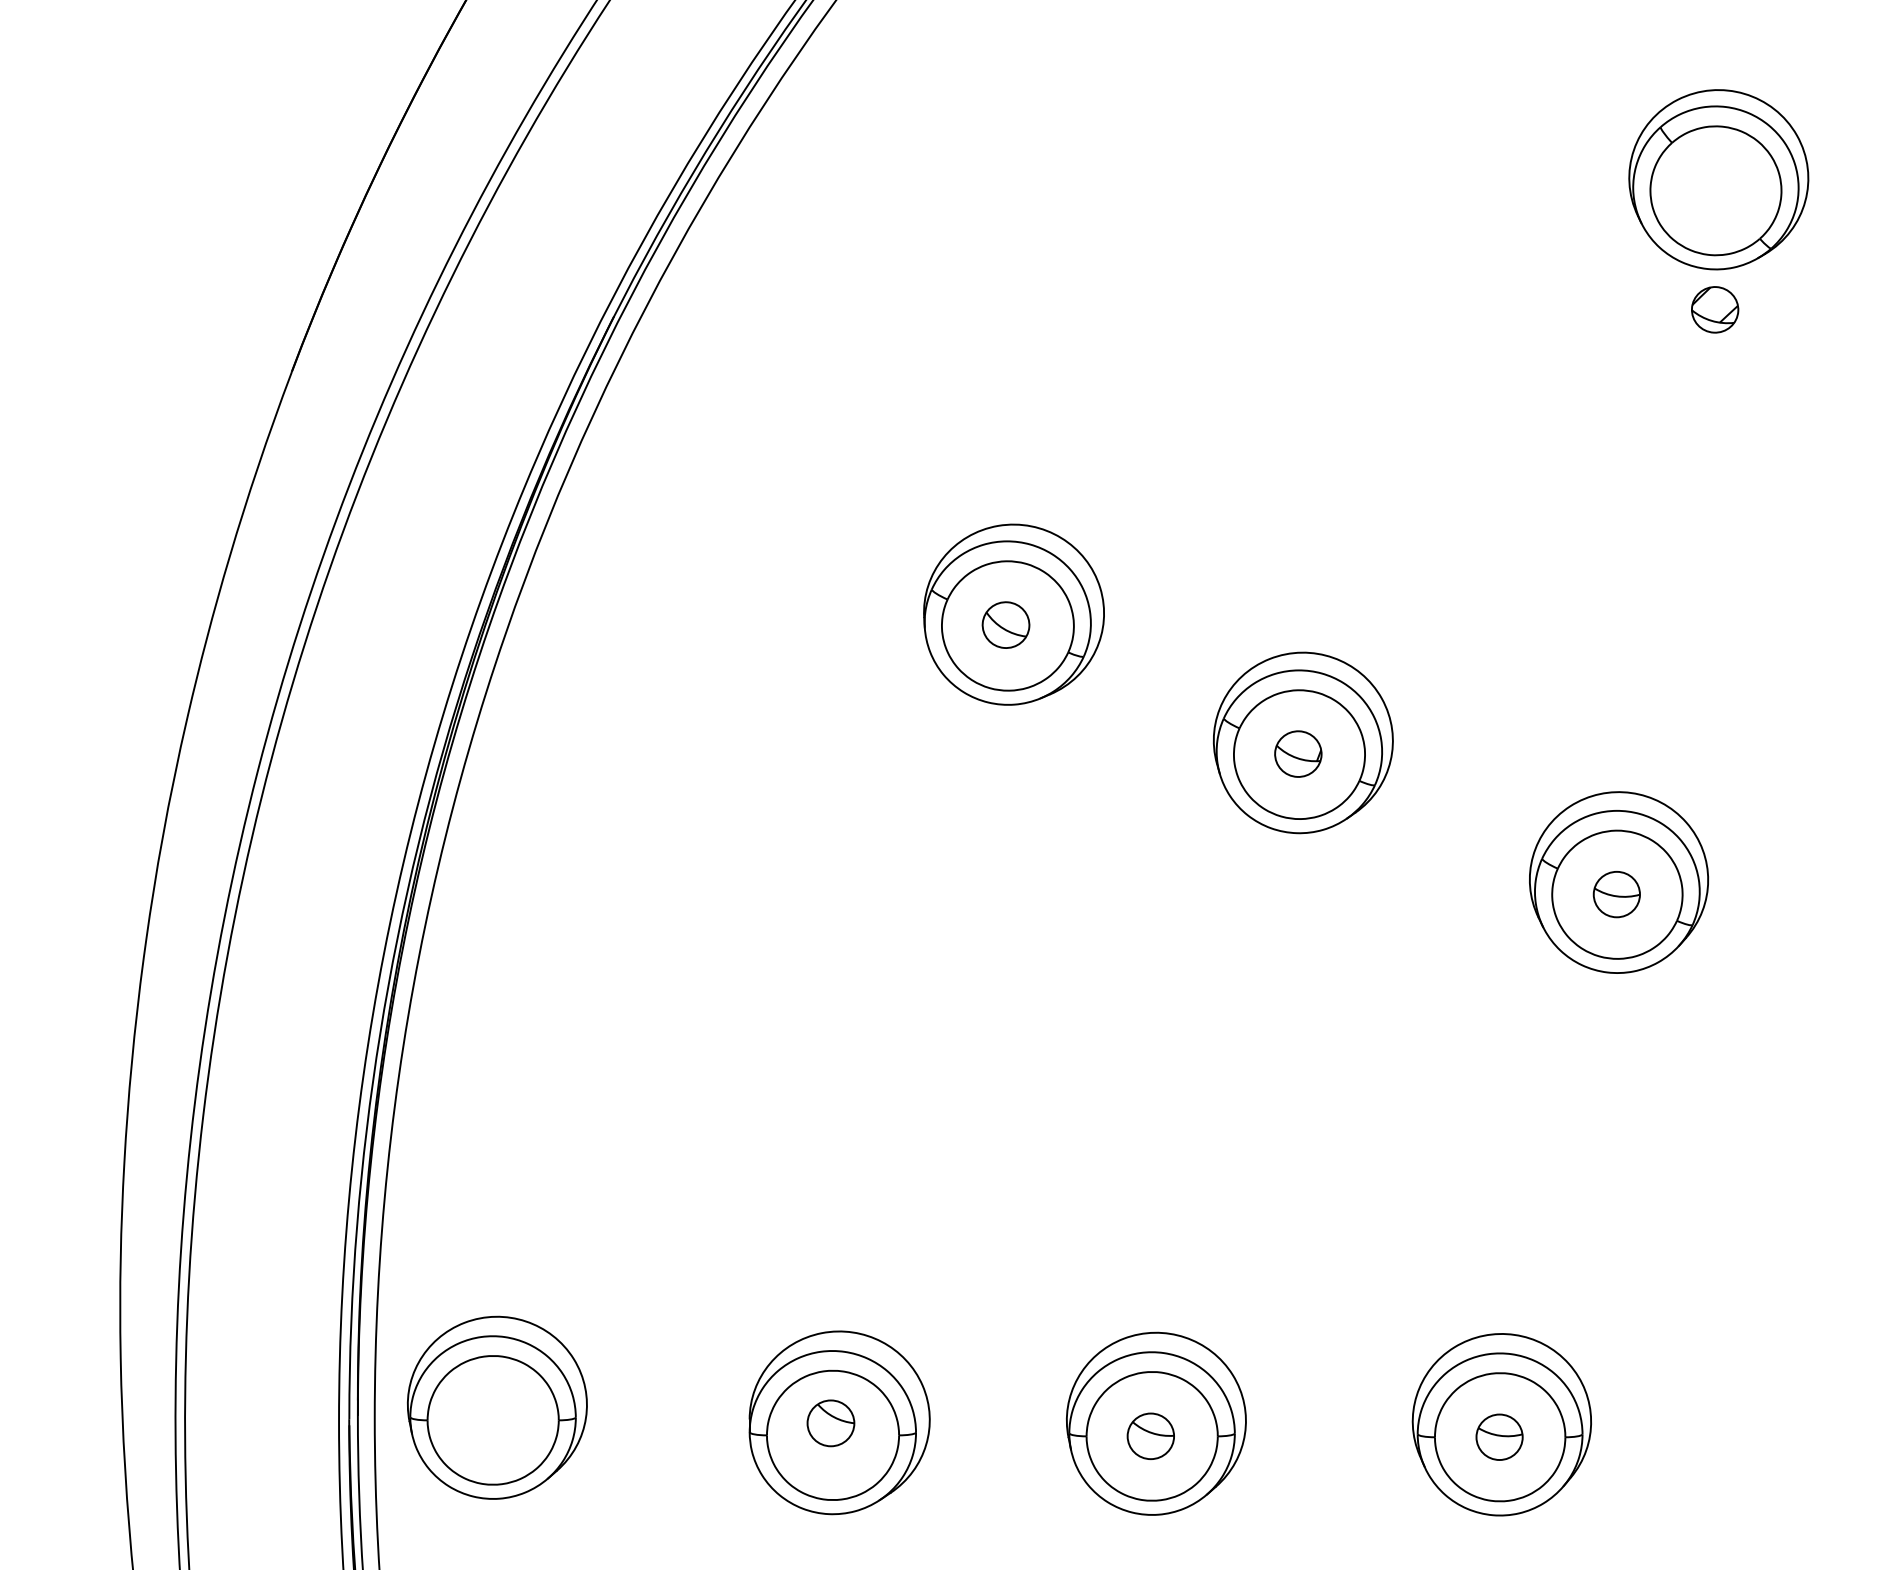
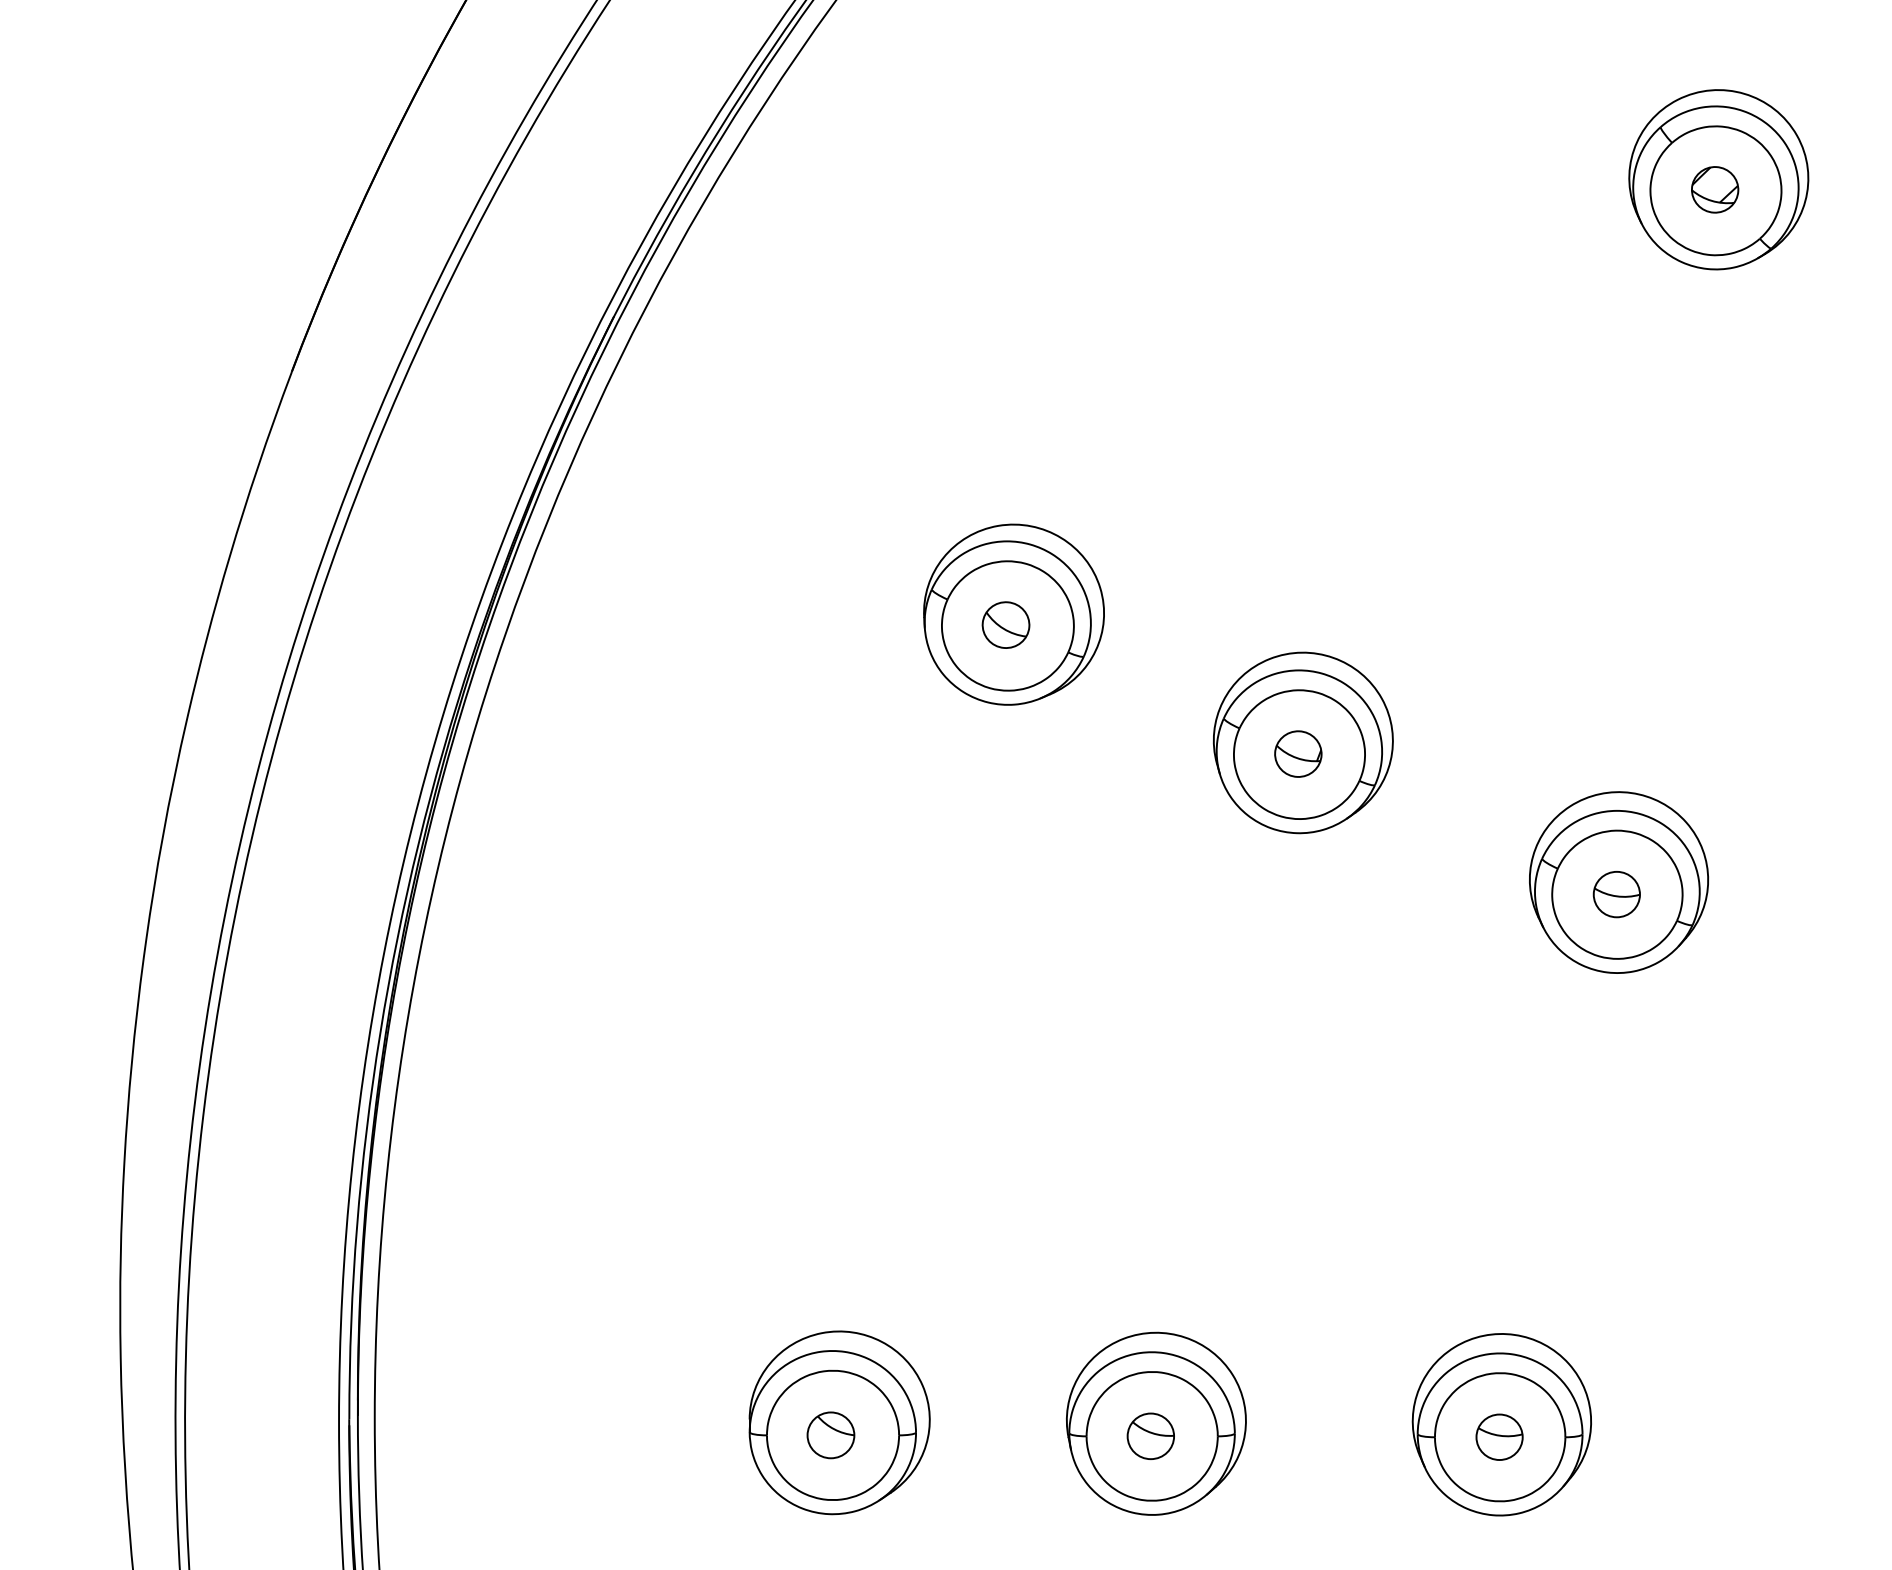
part at (1715, 309) position: (1715, 309) -> (1715, 189)
part at (497, 1407): present -> none
part at (830, 1423) position: (830, 1423) -> (830, 1435)
